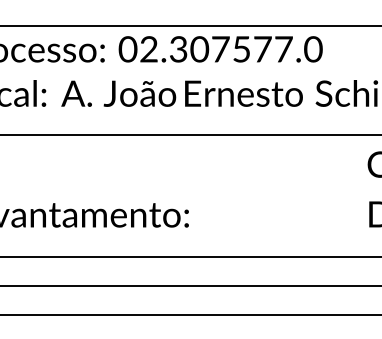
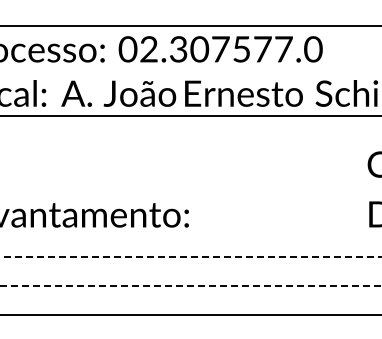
line at (190, 134) position: (190, 134) -> (190, 115)
line at (190, 256): solid -> dashed
line at (190, 285): solid -> dashed
